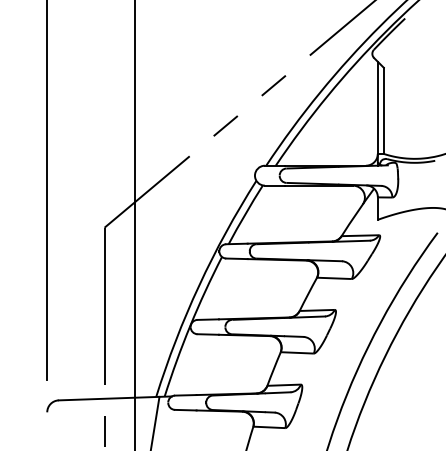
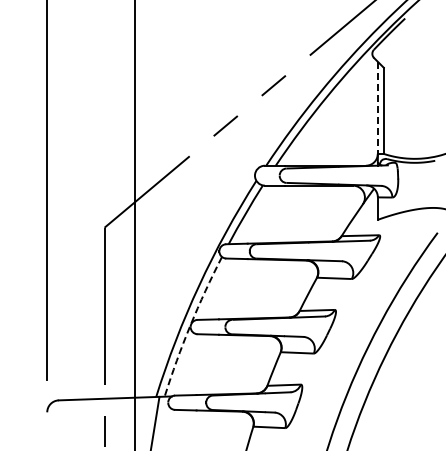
line at (377, 108): solid -> dashed
arc at (190, 325): solid -> dashed
